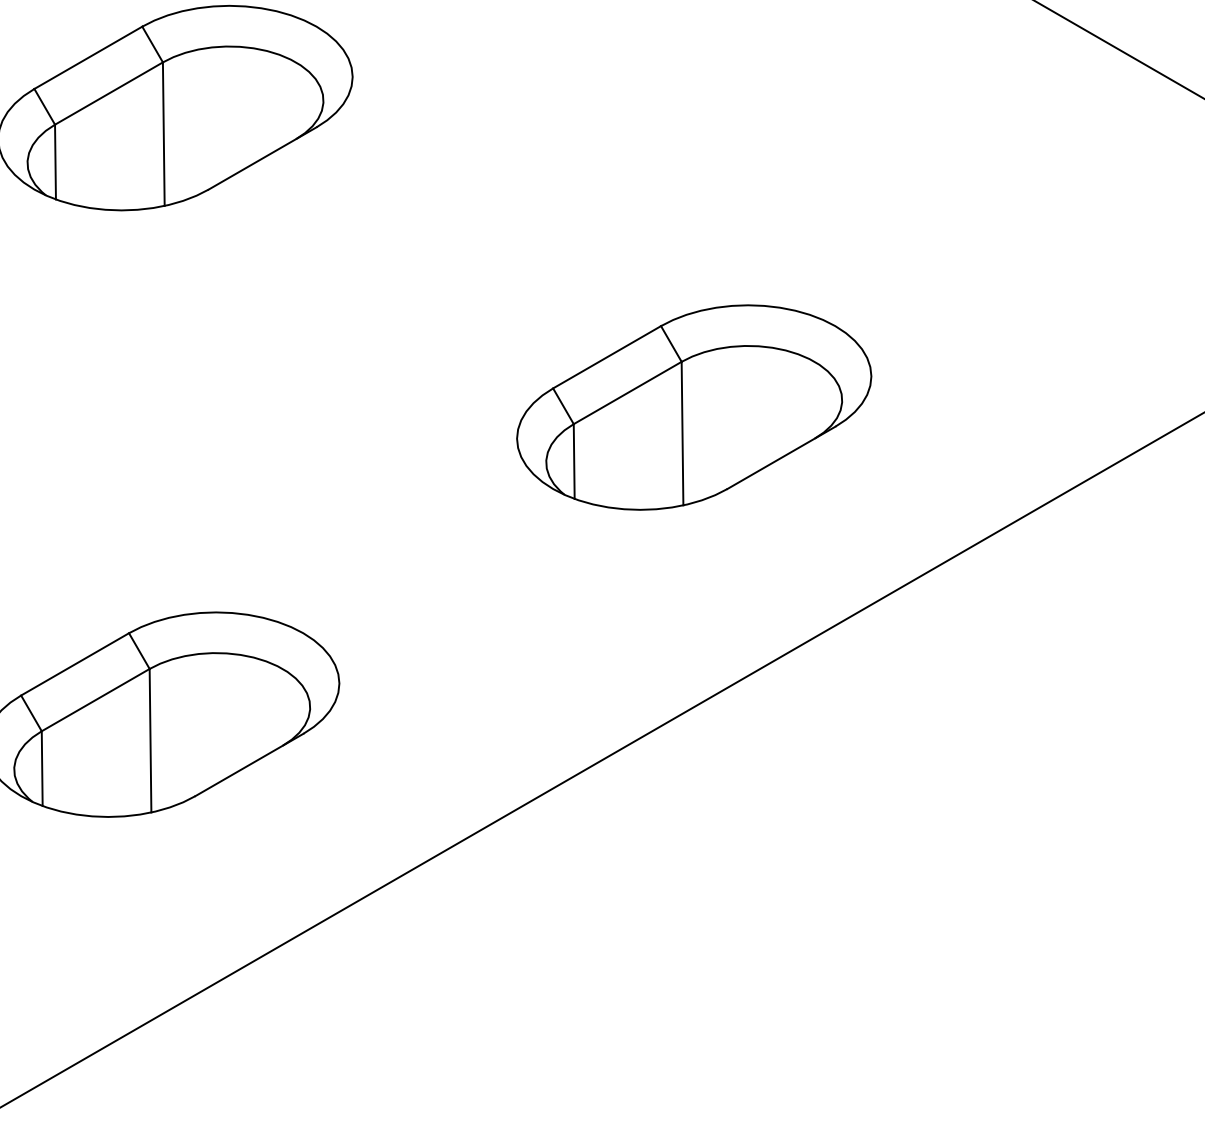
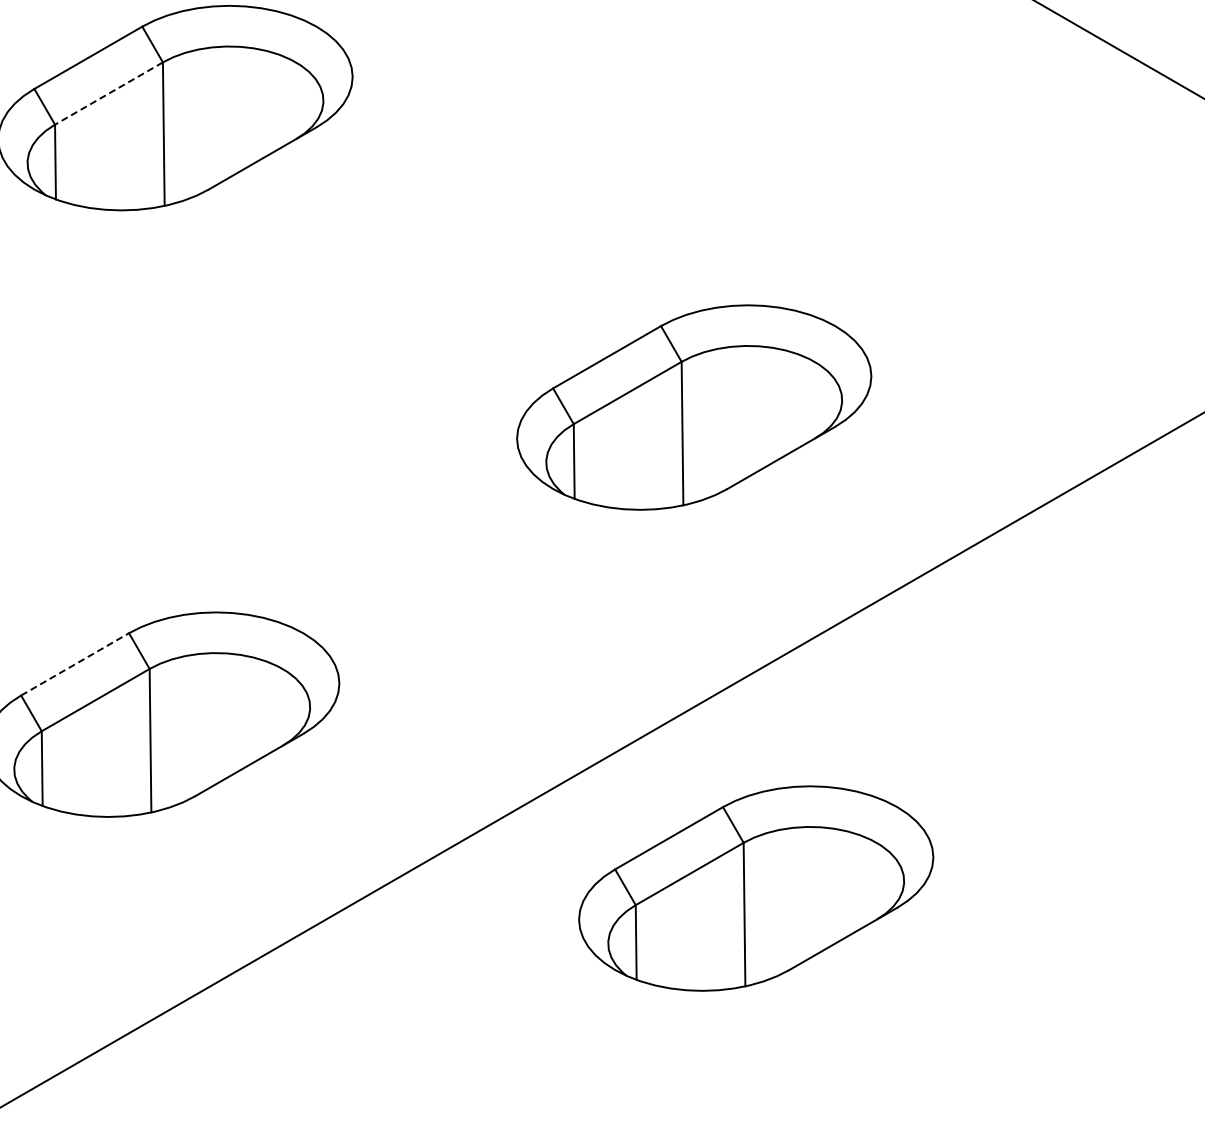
line at (108, 93): solid -> dashed
line at (75, 664): solid -> dashed
part at (756, 888): none -> present
